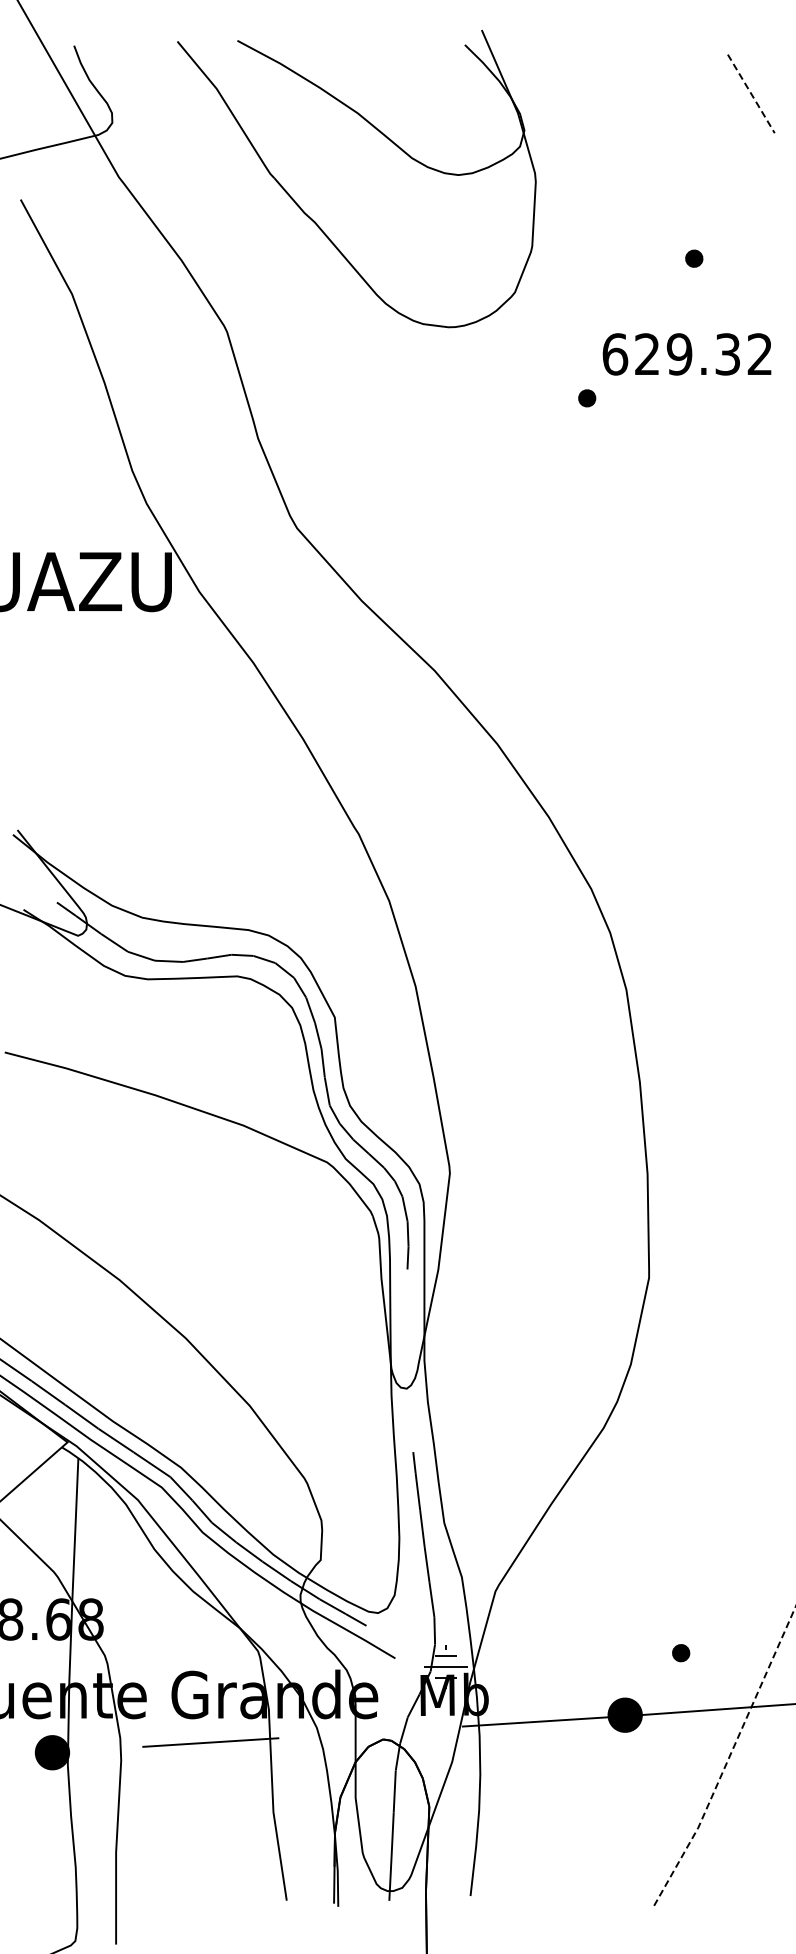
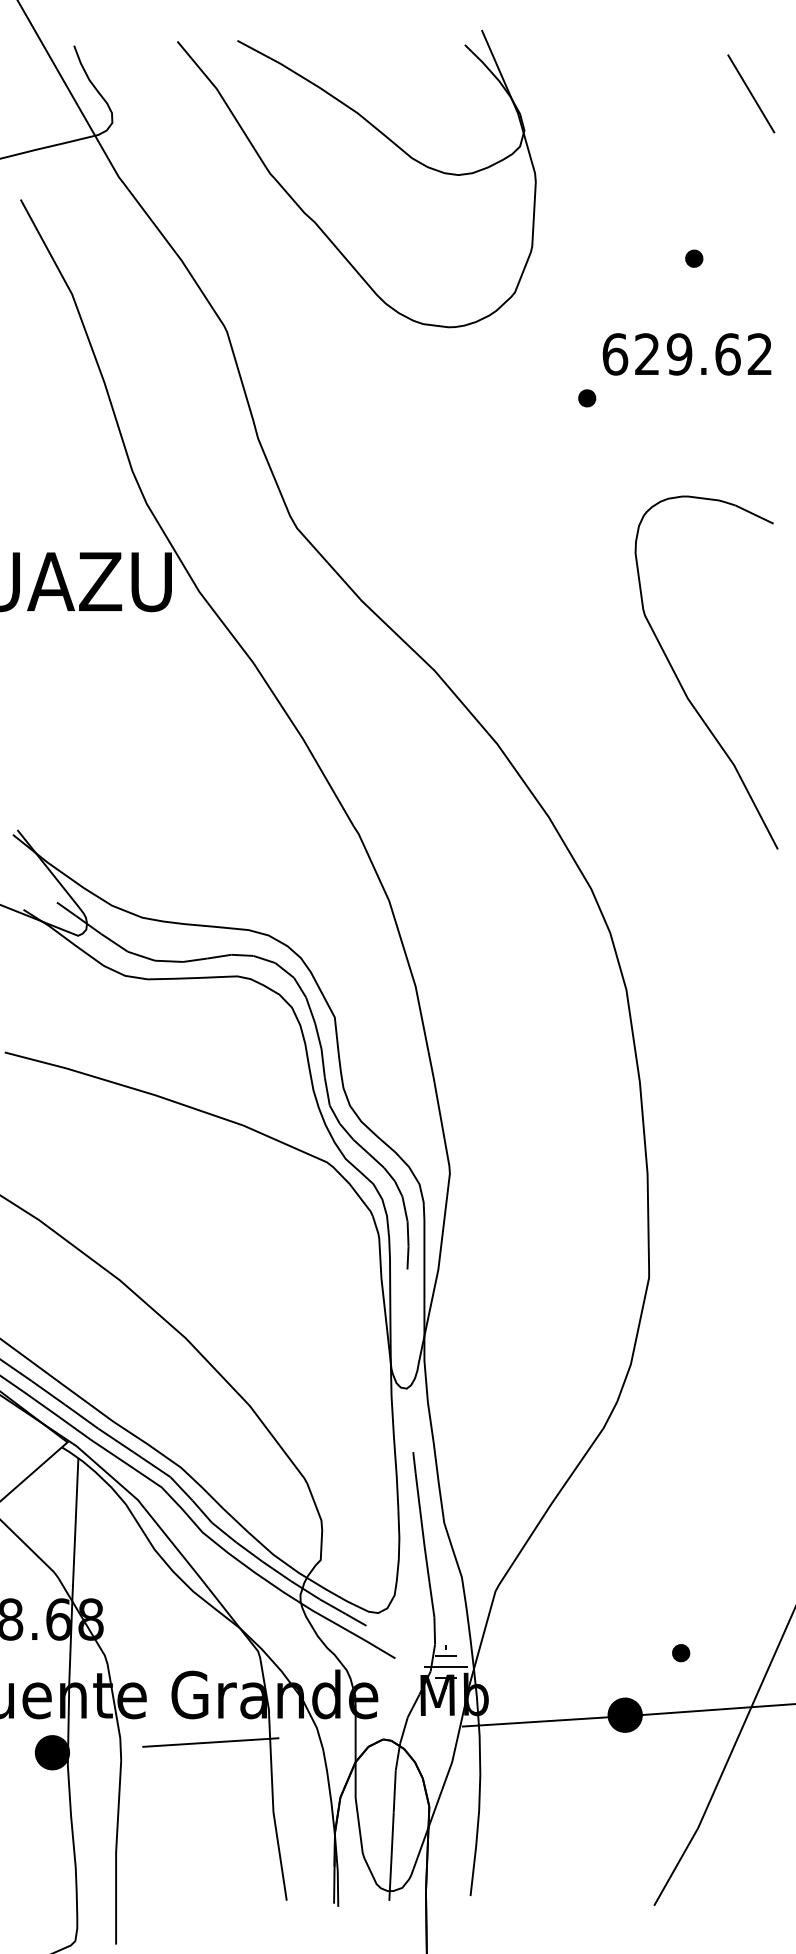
line at (751, 93): dashed -> solid
text at (727, 354): 629.32 -> 629.62
part at (682, 685): none -> present
line at (728, 1758): dashed -> solid
